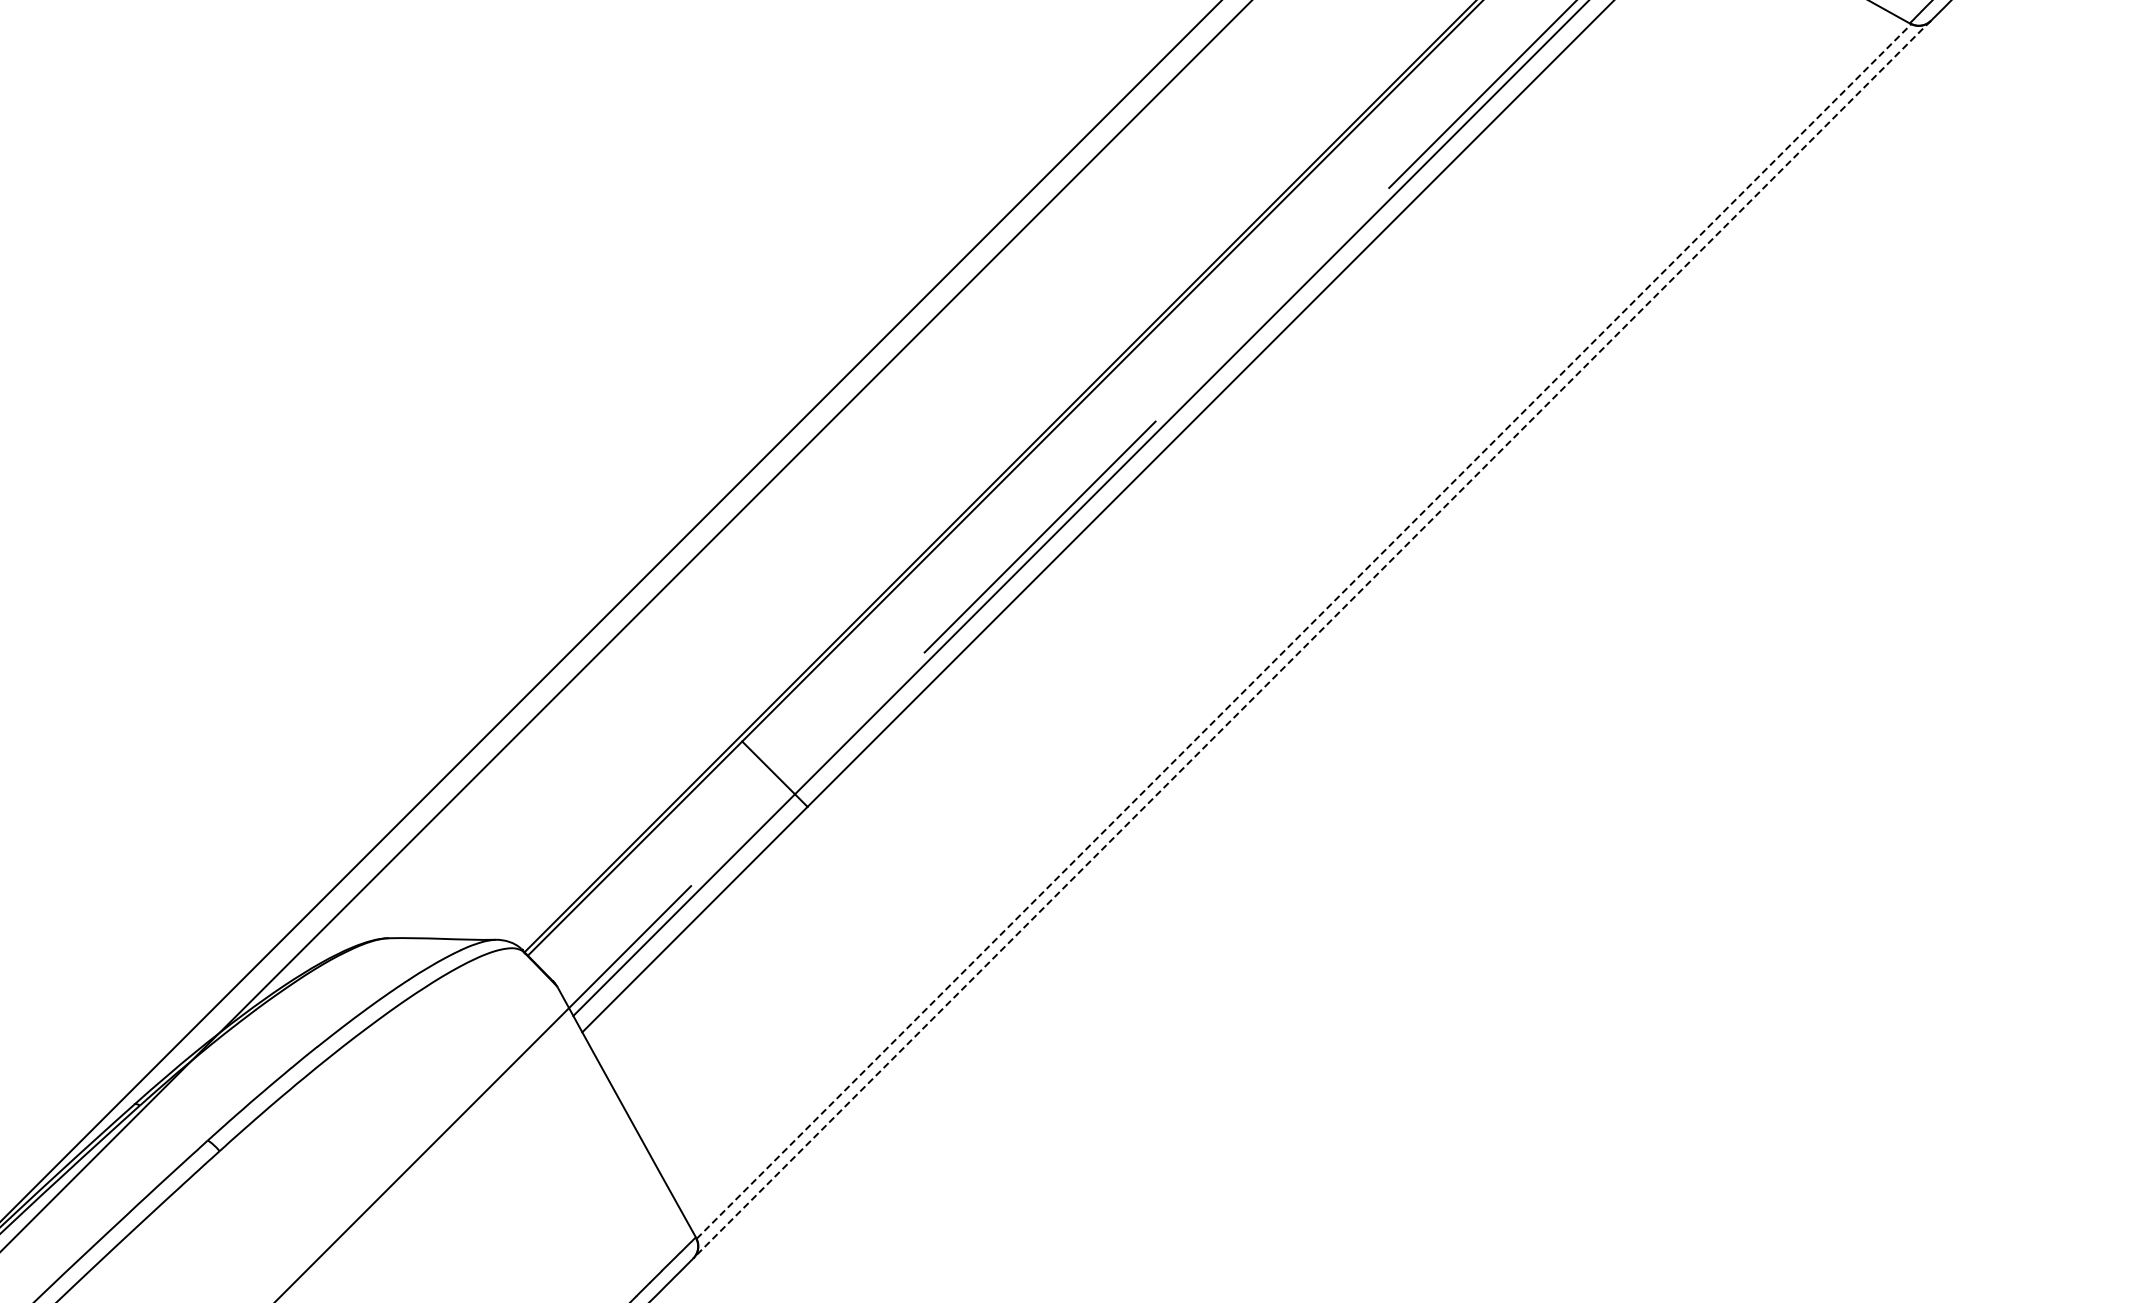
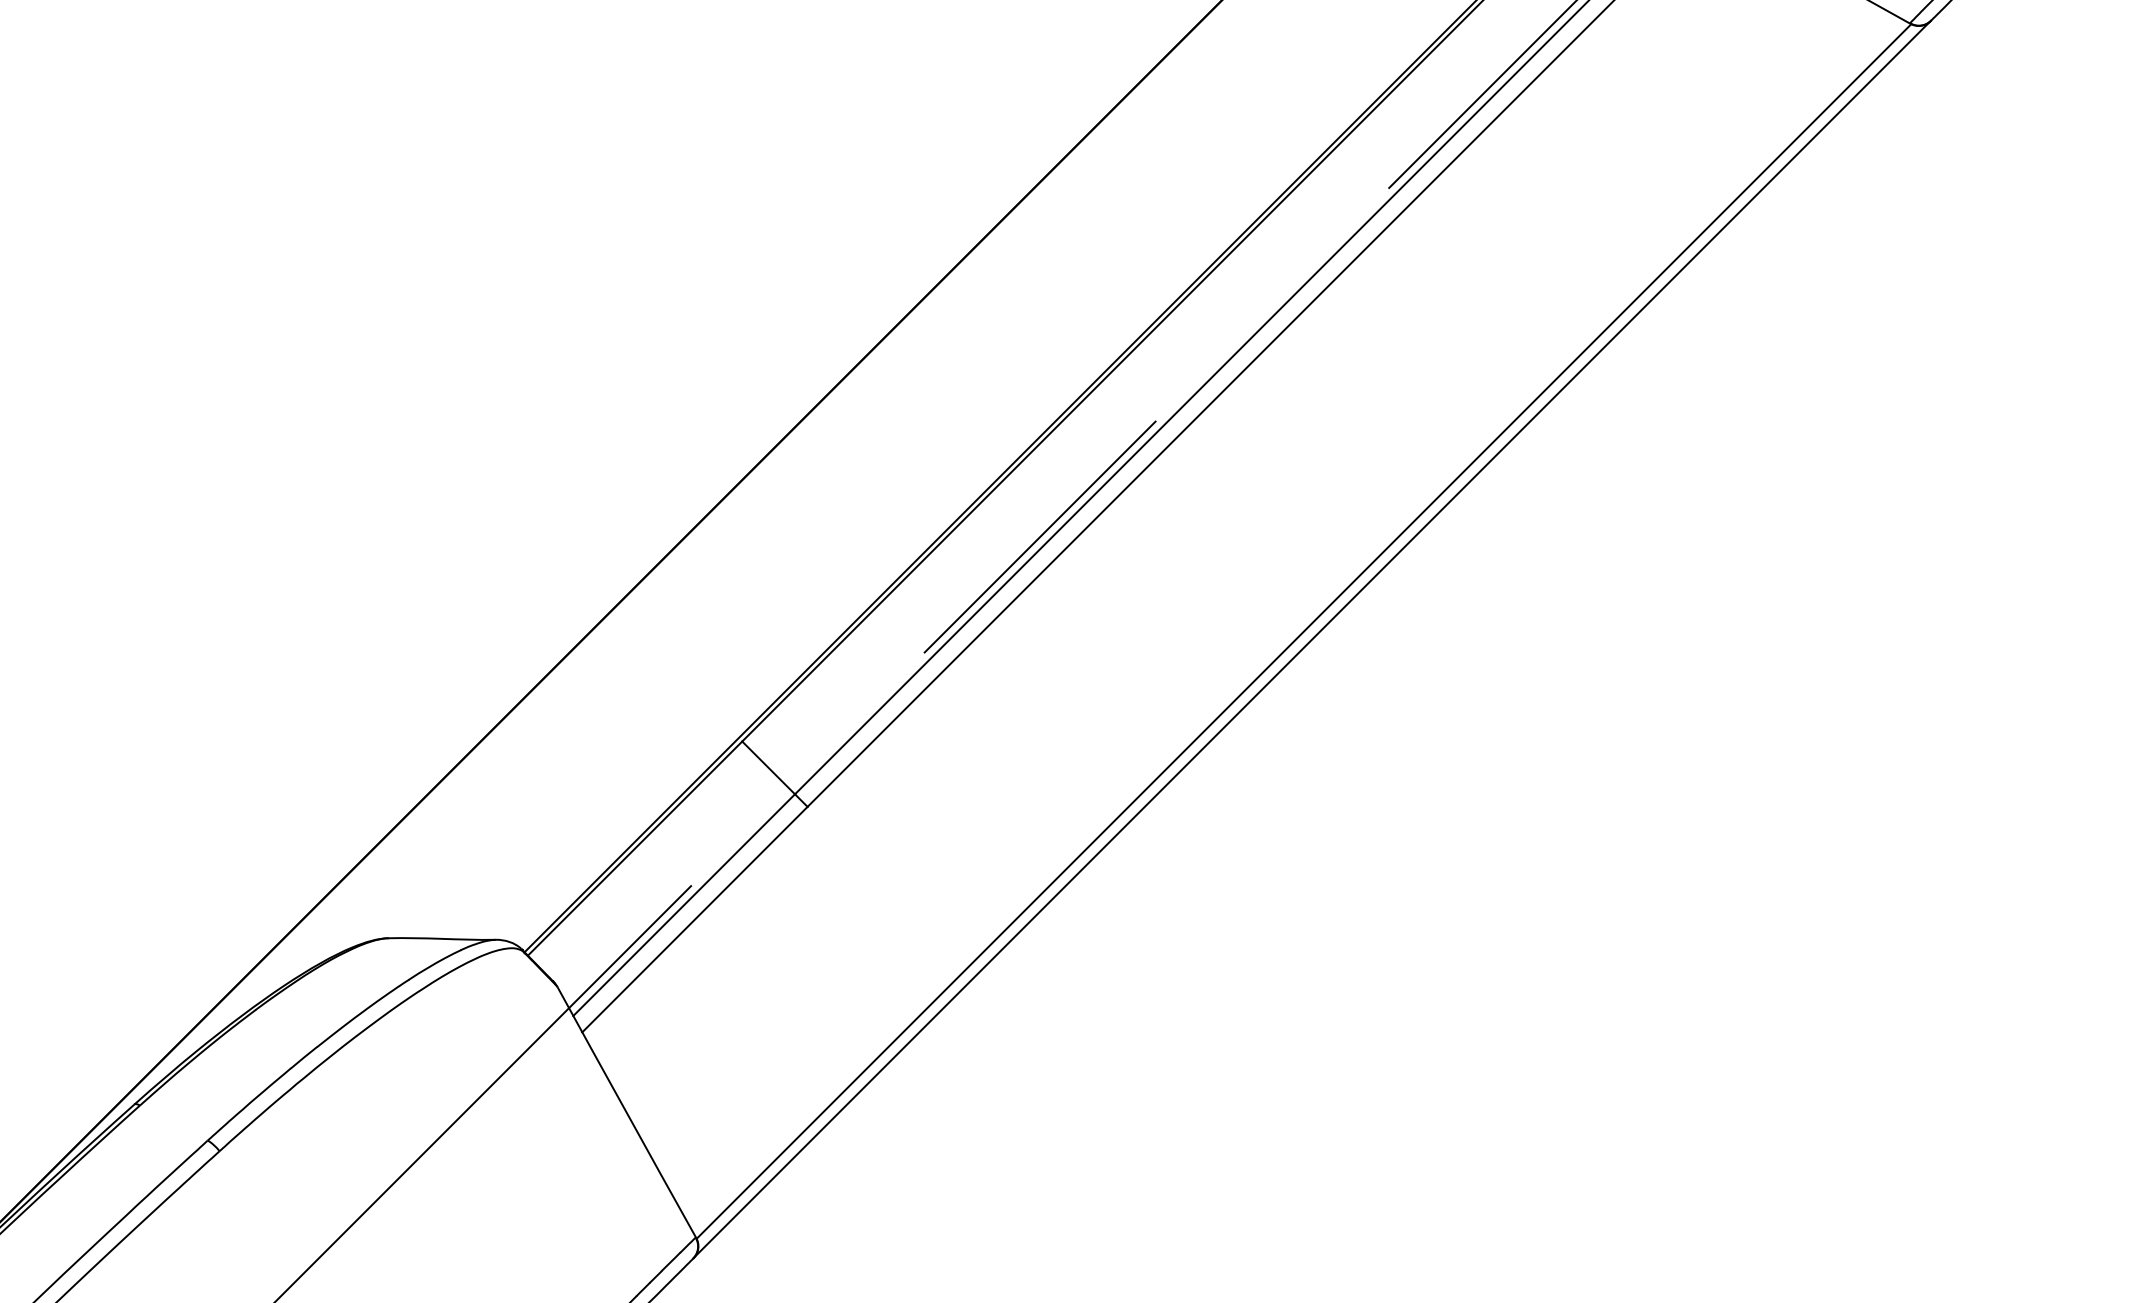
line at (625, 626) position: (625, 626) -> (611, 611)
line at (1303, 631): dashed -> solid
line at (1311, 639): dashed -> solid
